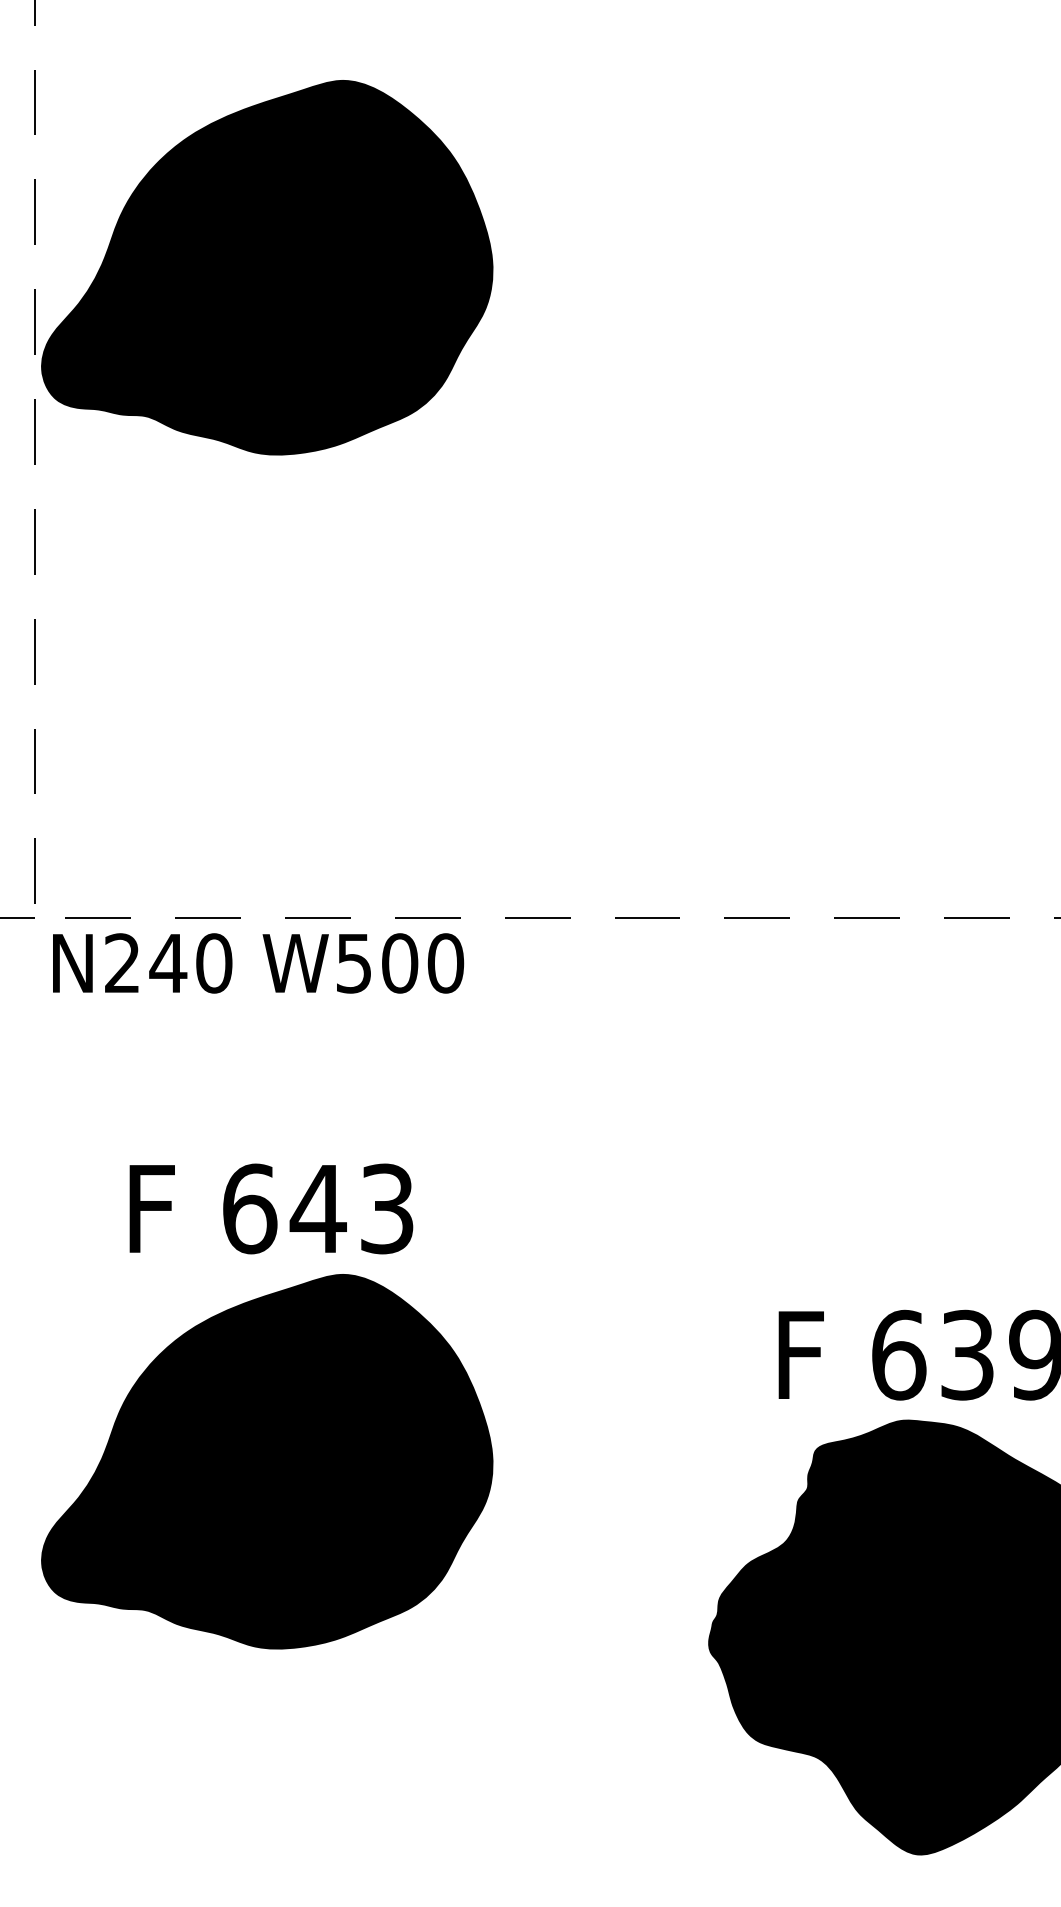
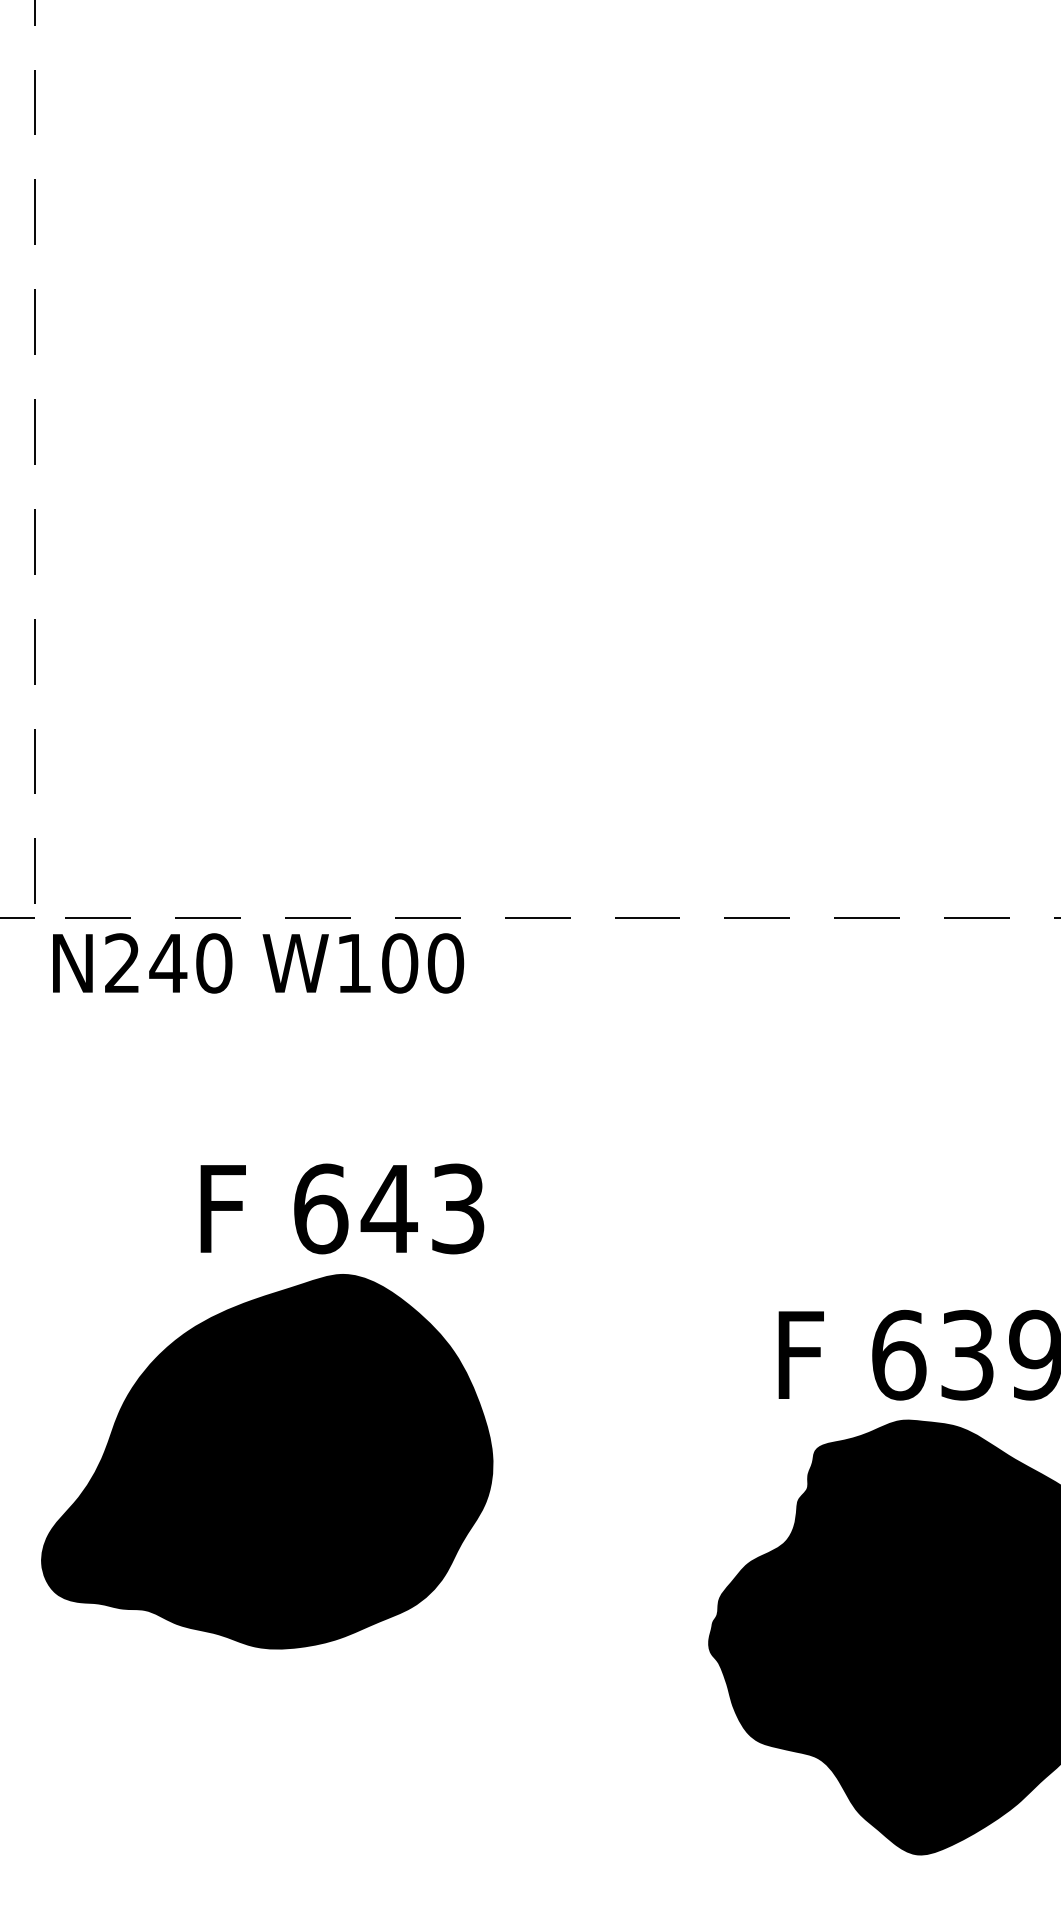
part at (267, 267): present -> none
text at (353, 963): W500 -> W100
text at (271, 1208) position: (271, 1208) -> (342, 1208)
